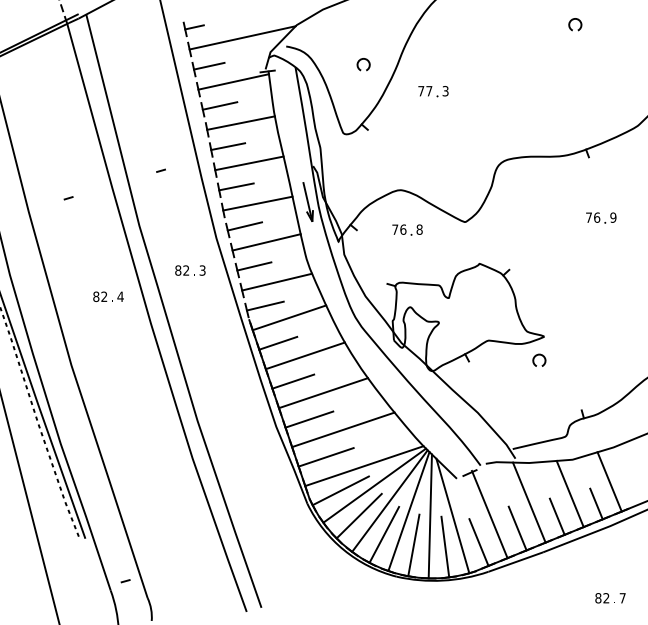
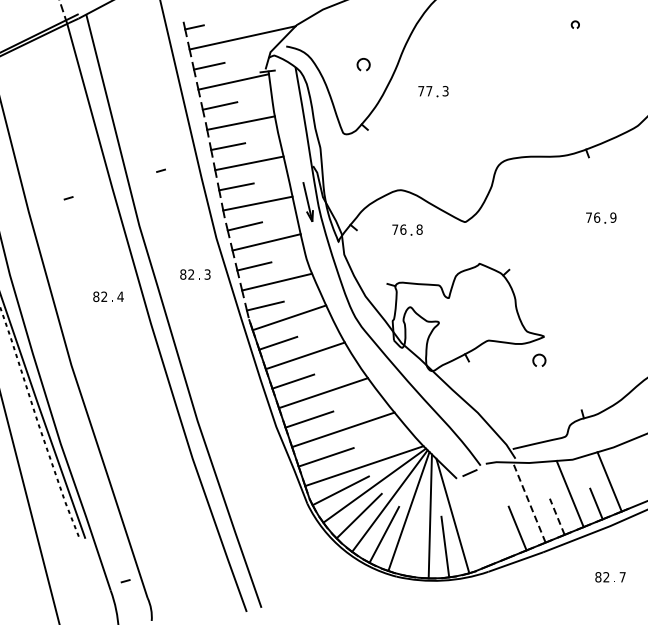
part at (575, 24) size: 15x14 px -> 10x9 px
text at (190, 270) position: (190, 270) -> (195, 274)
line at (529, 502): solid -> dashed
line at (489, 514): present -> none
line at (557, 516): solid -> dashed
line at (478, 542): present -> none
line at (413, 545): present -> none
text at (610, 598) position: (610, 598) -> (610, 577)
